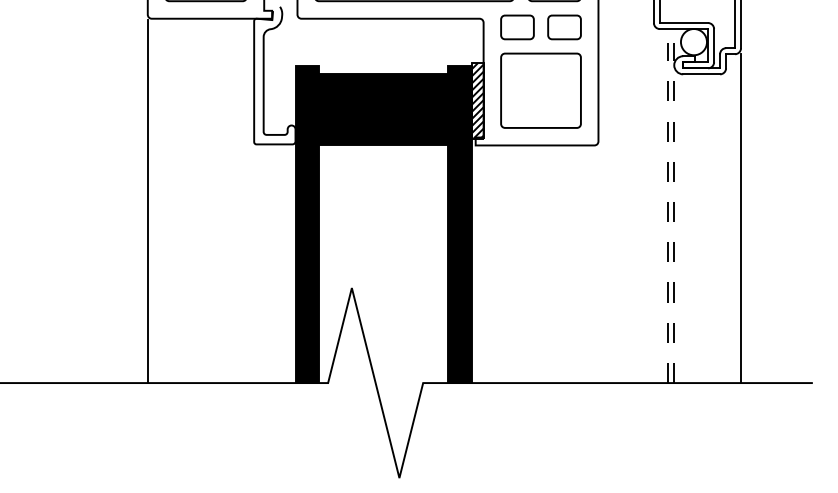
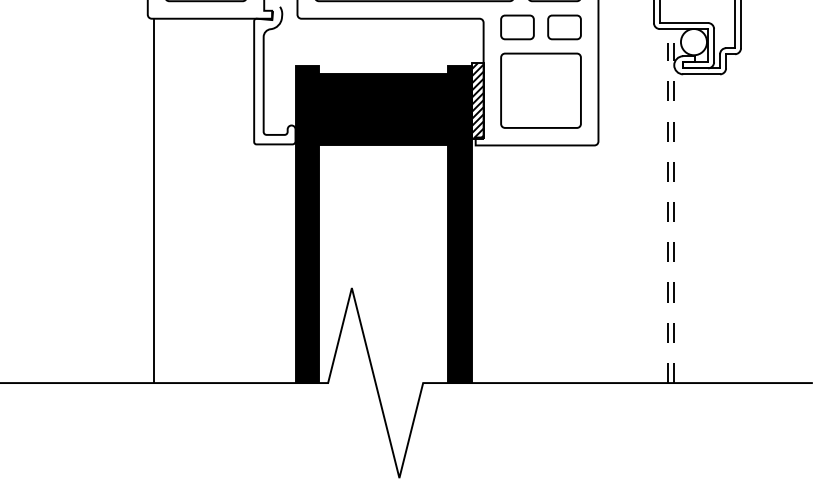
line at (147, 201) position: (147, 201) -> (153, 201)
line at (741, 218): present -> none
